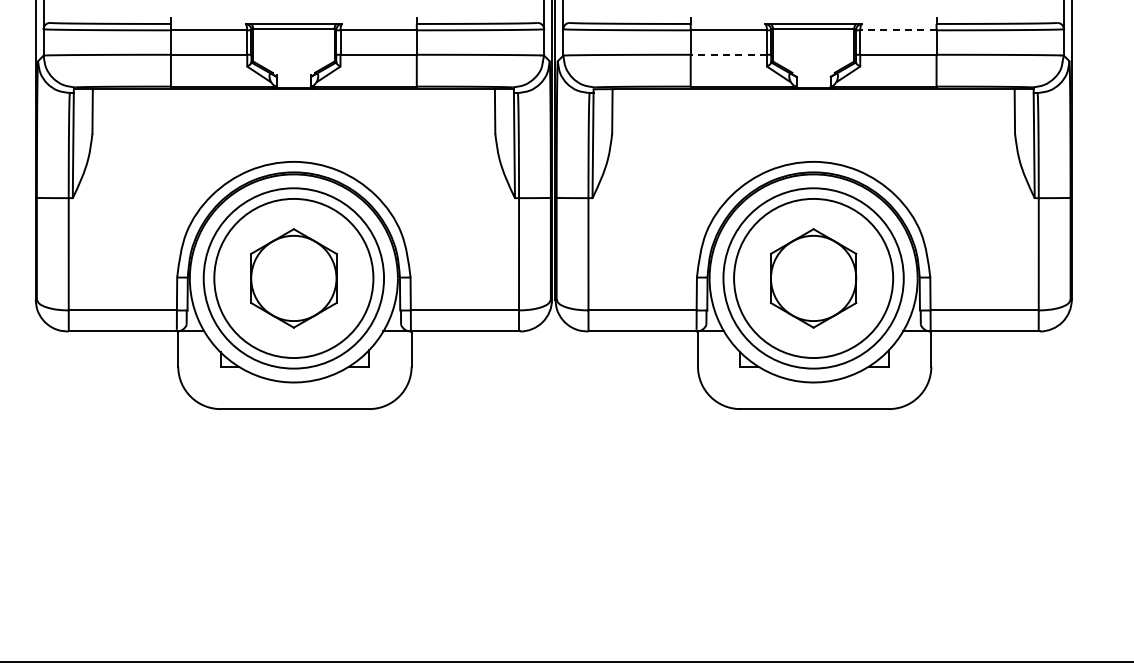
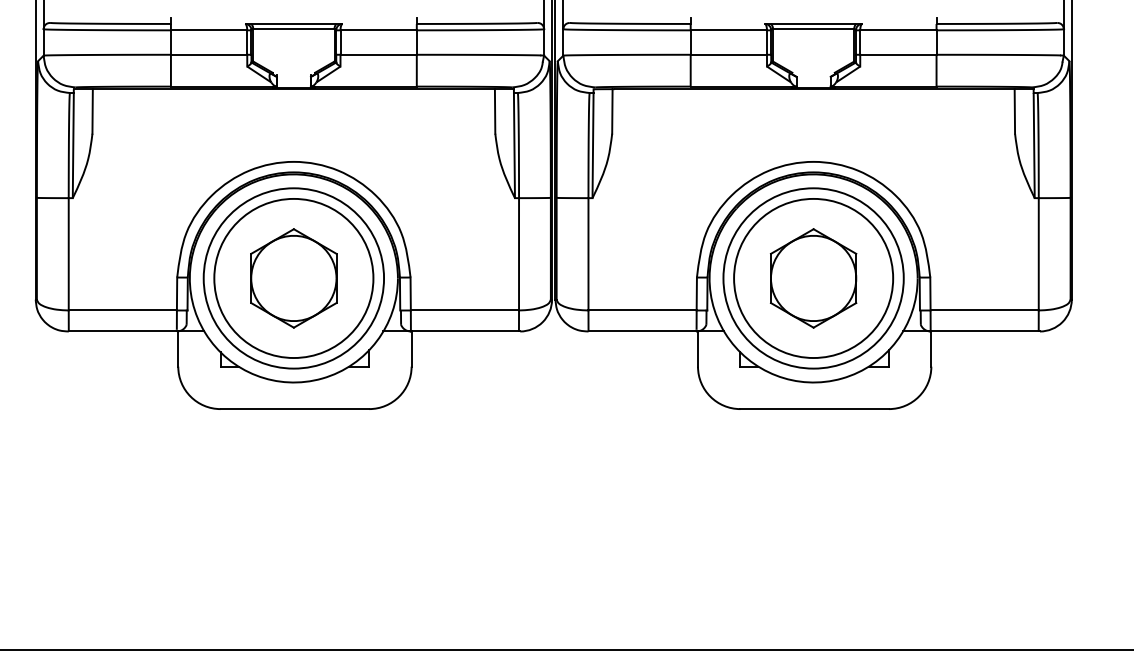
line at (897, 30): dashed -> solid
line at (728, 54): dashed -> solid
line at (566, 661) position: (566, 661) -> (566, 649)
